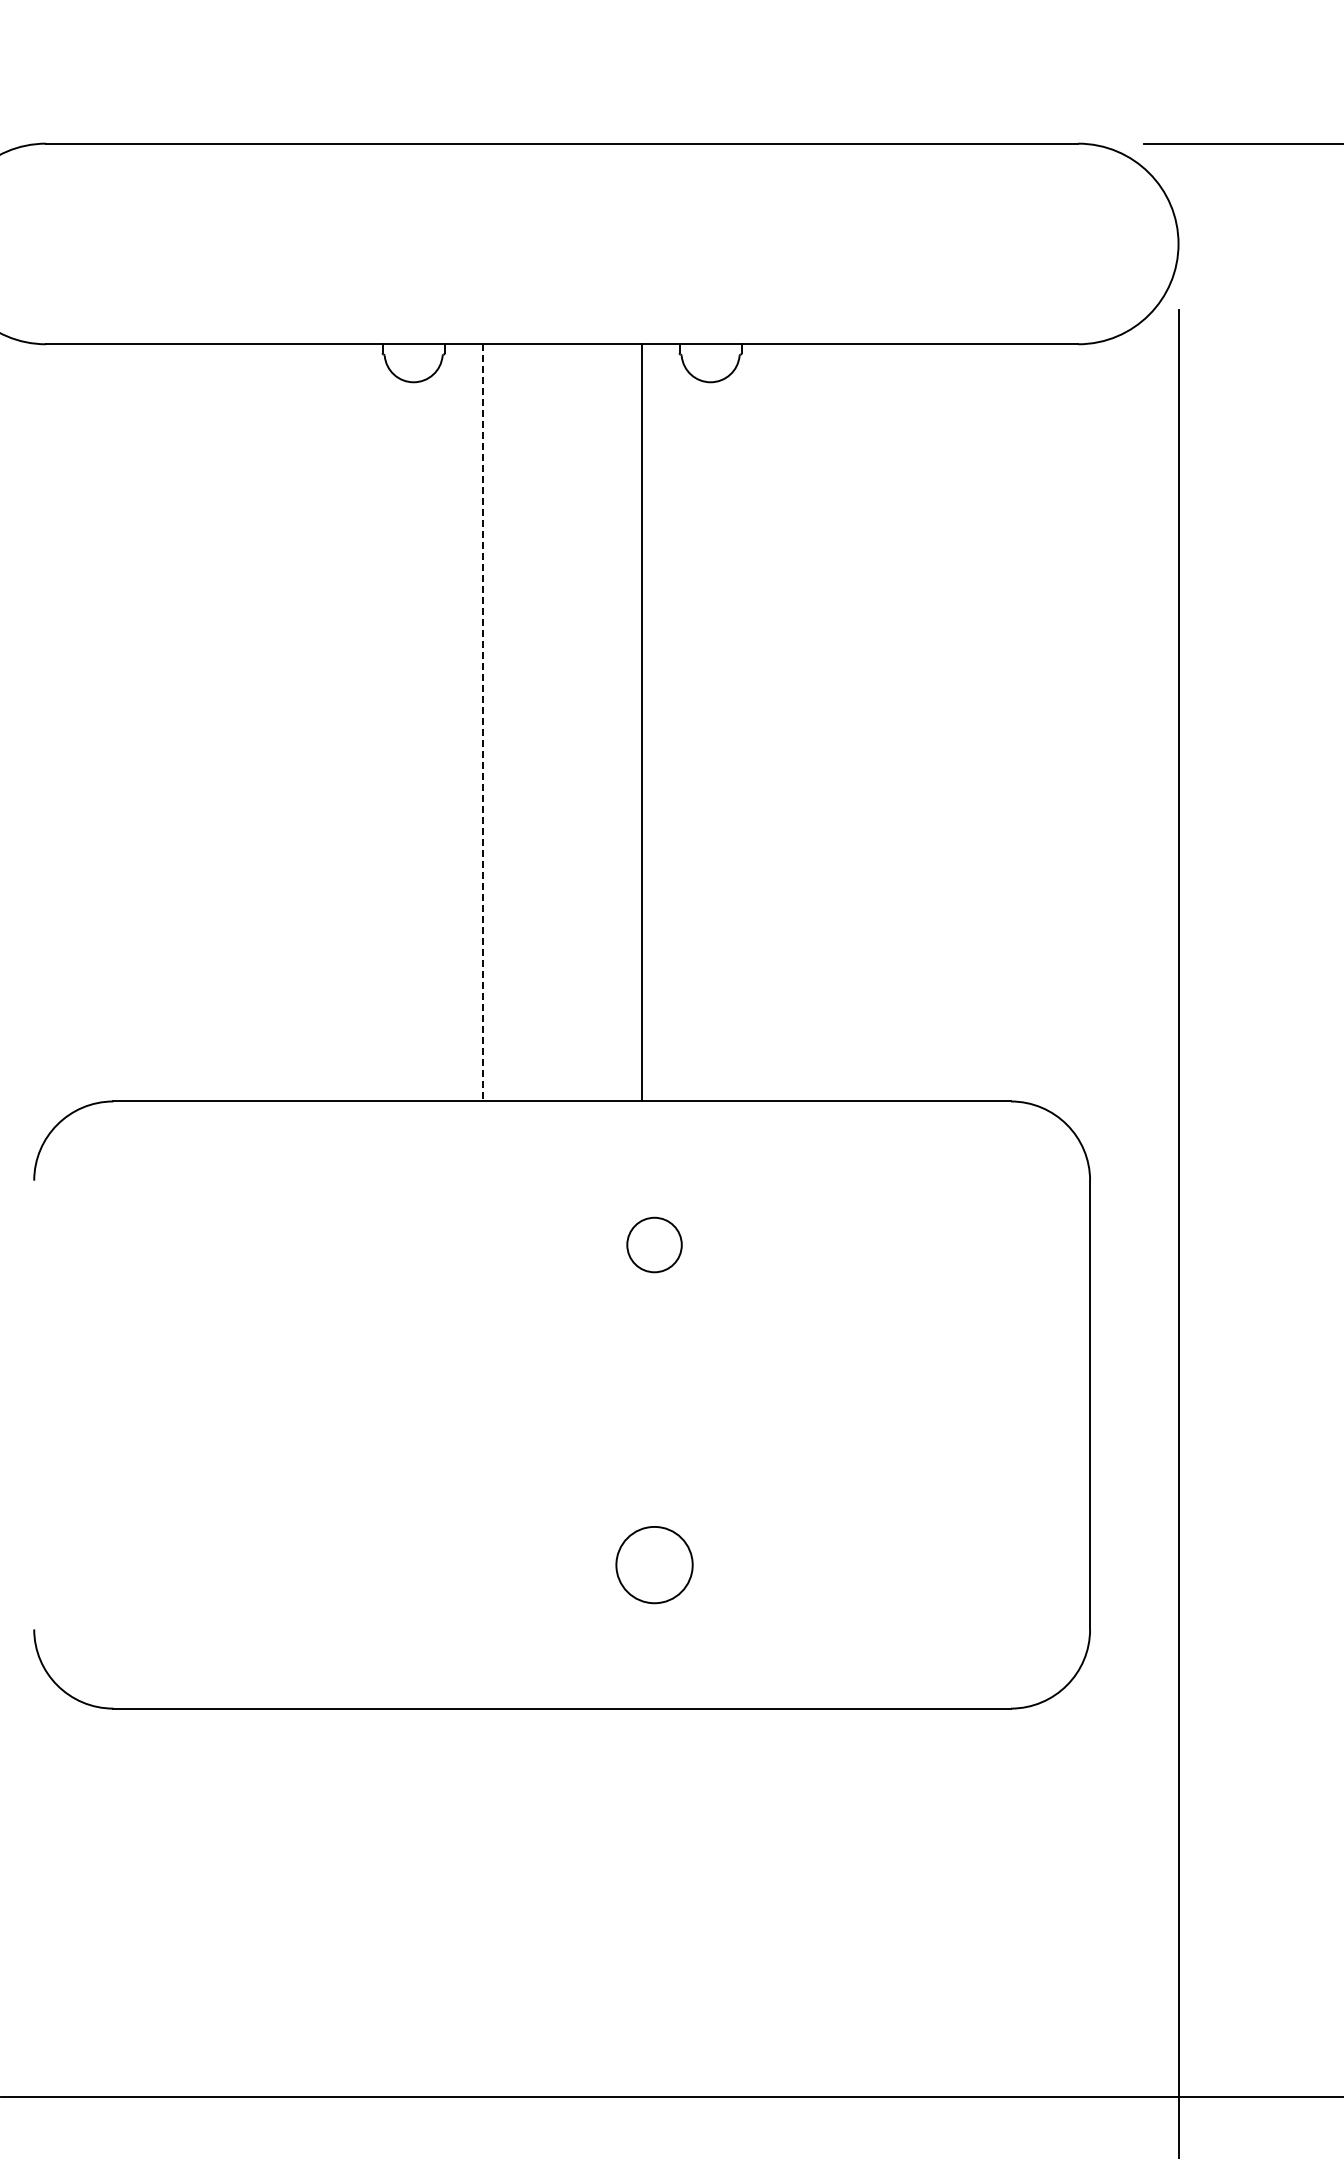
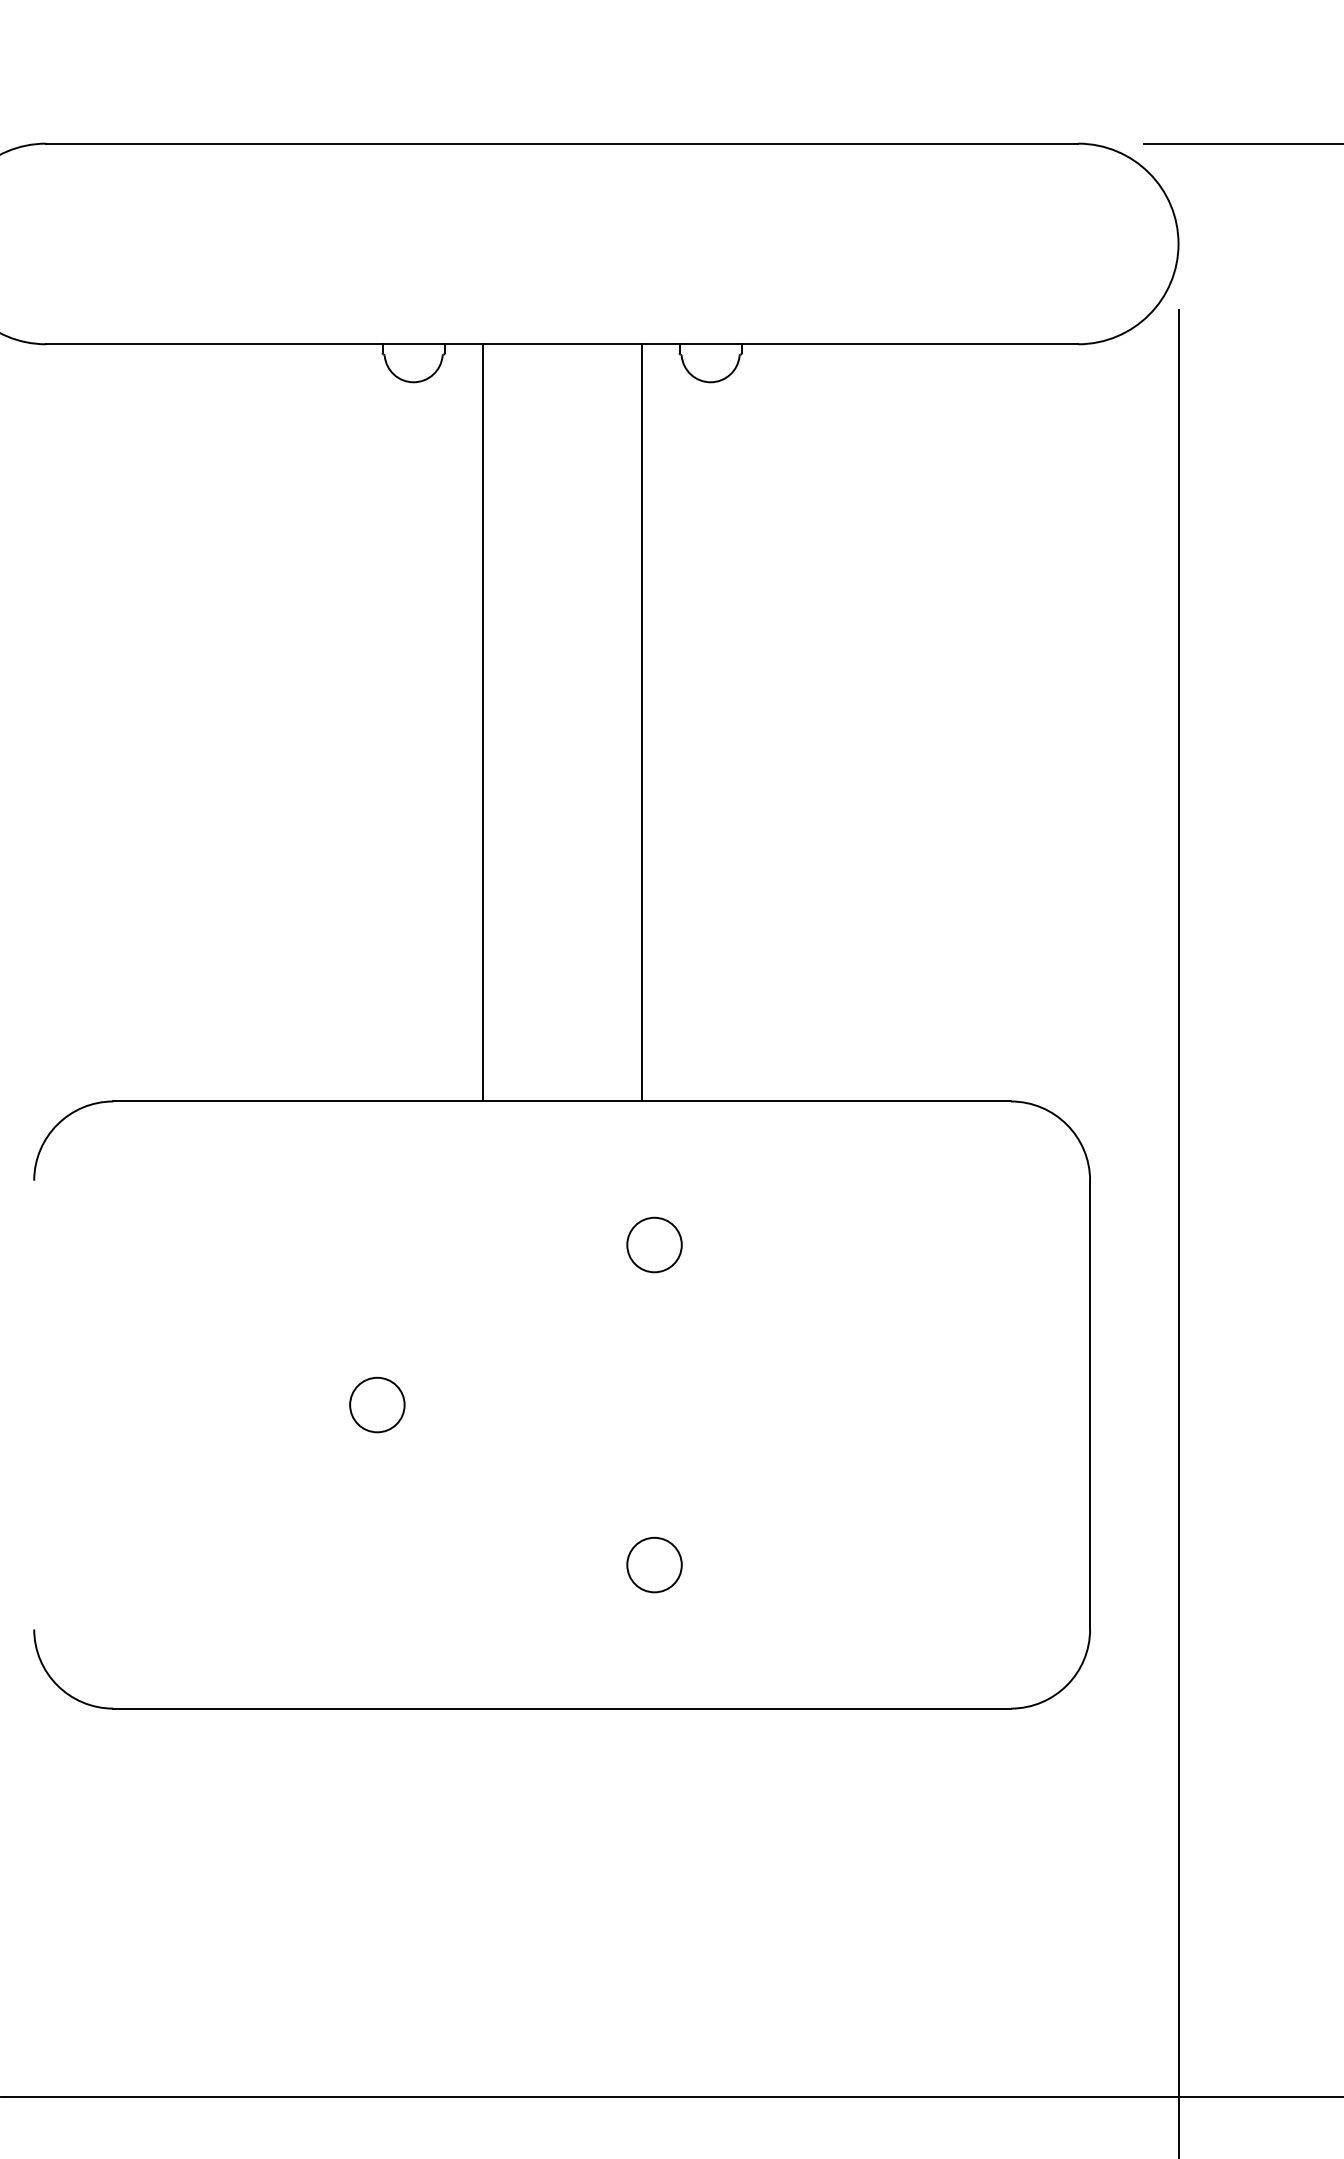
line at (482, 722): dashed -> solid
circle at (377, 1404): none -> present
circle at (654, 1564) diameter: 76 px -> 55 px
